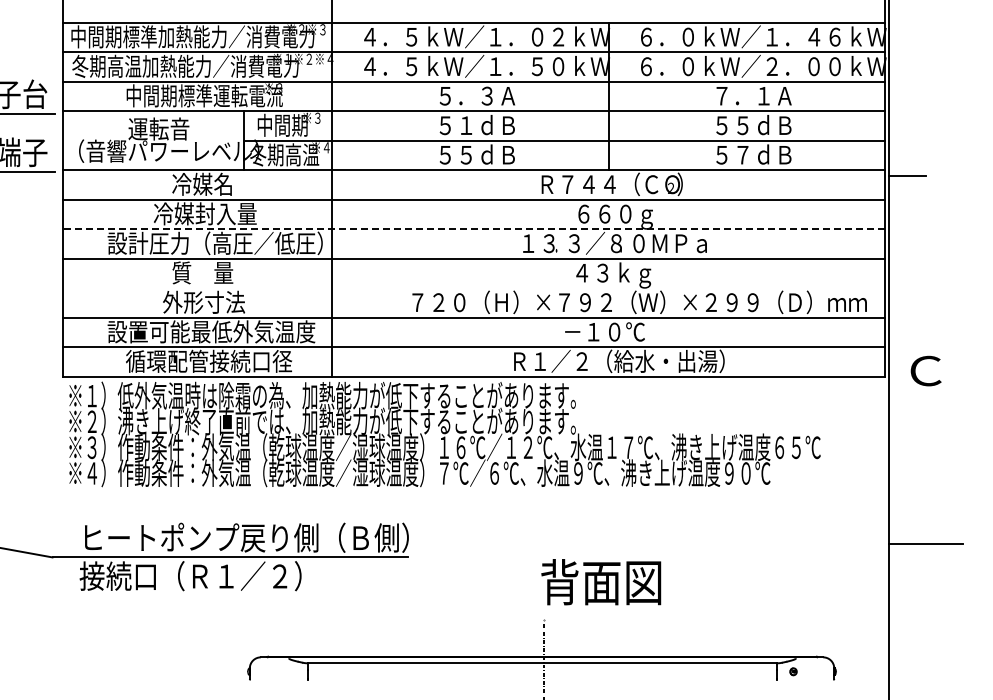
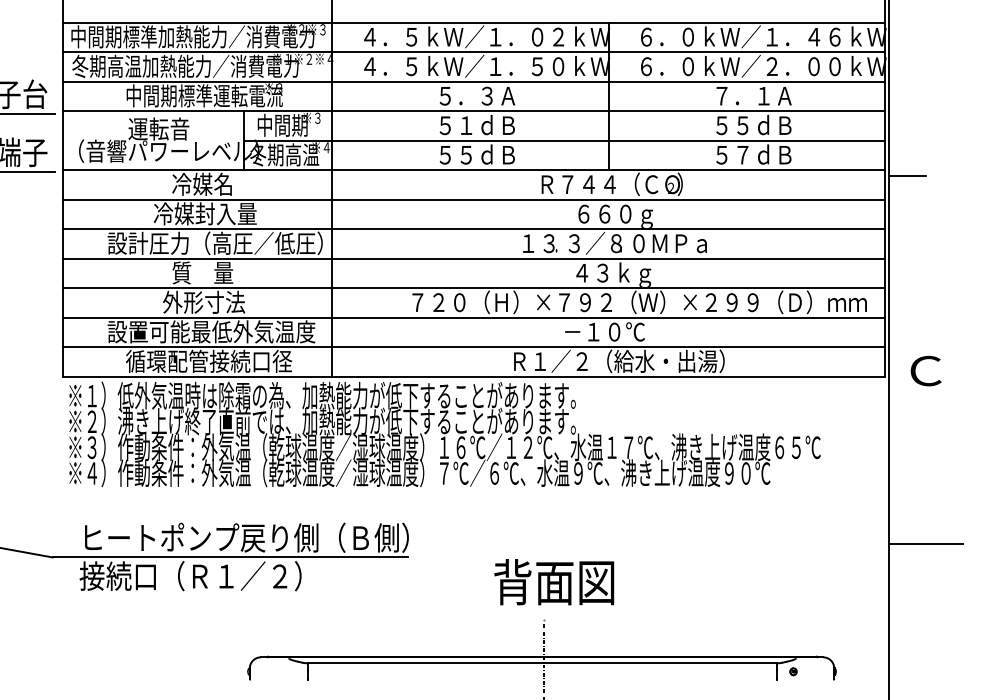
line at (473, 229): dashed -> solid
line at (473, 288): none -> present
text at (601, 582) position: (601, 582) -> (554, 582)
